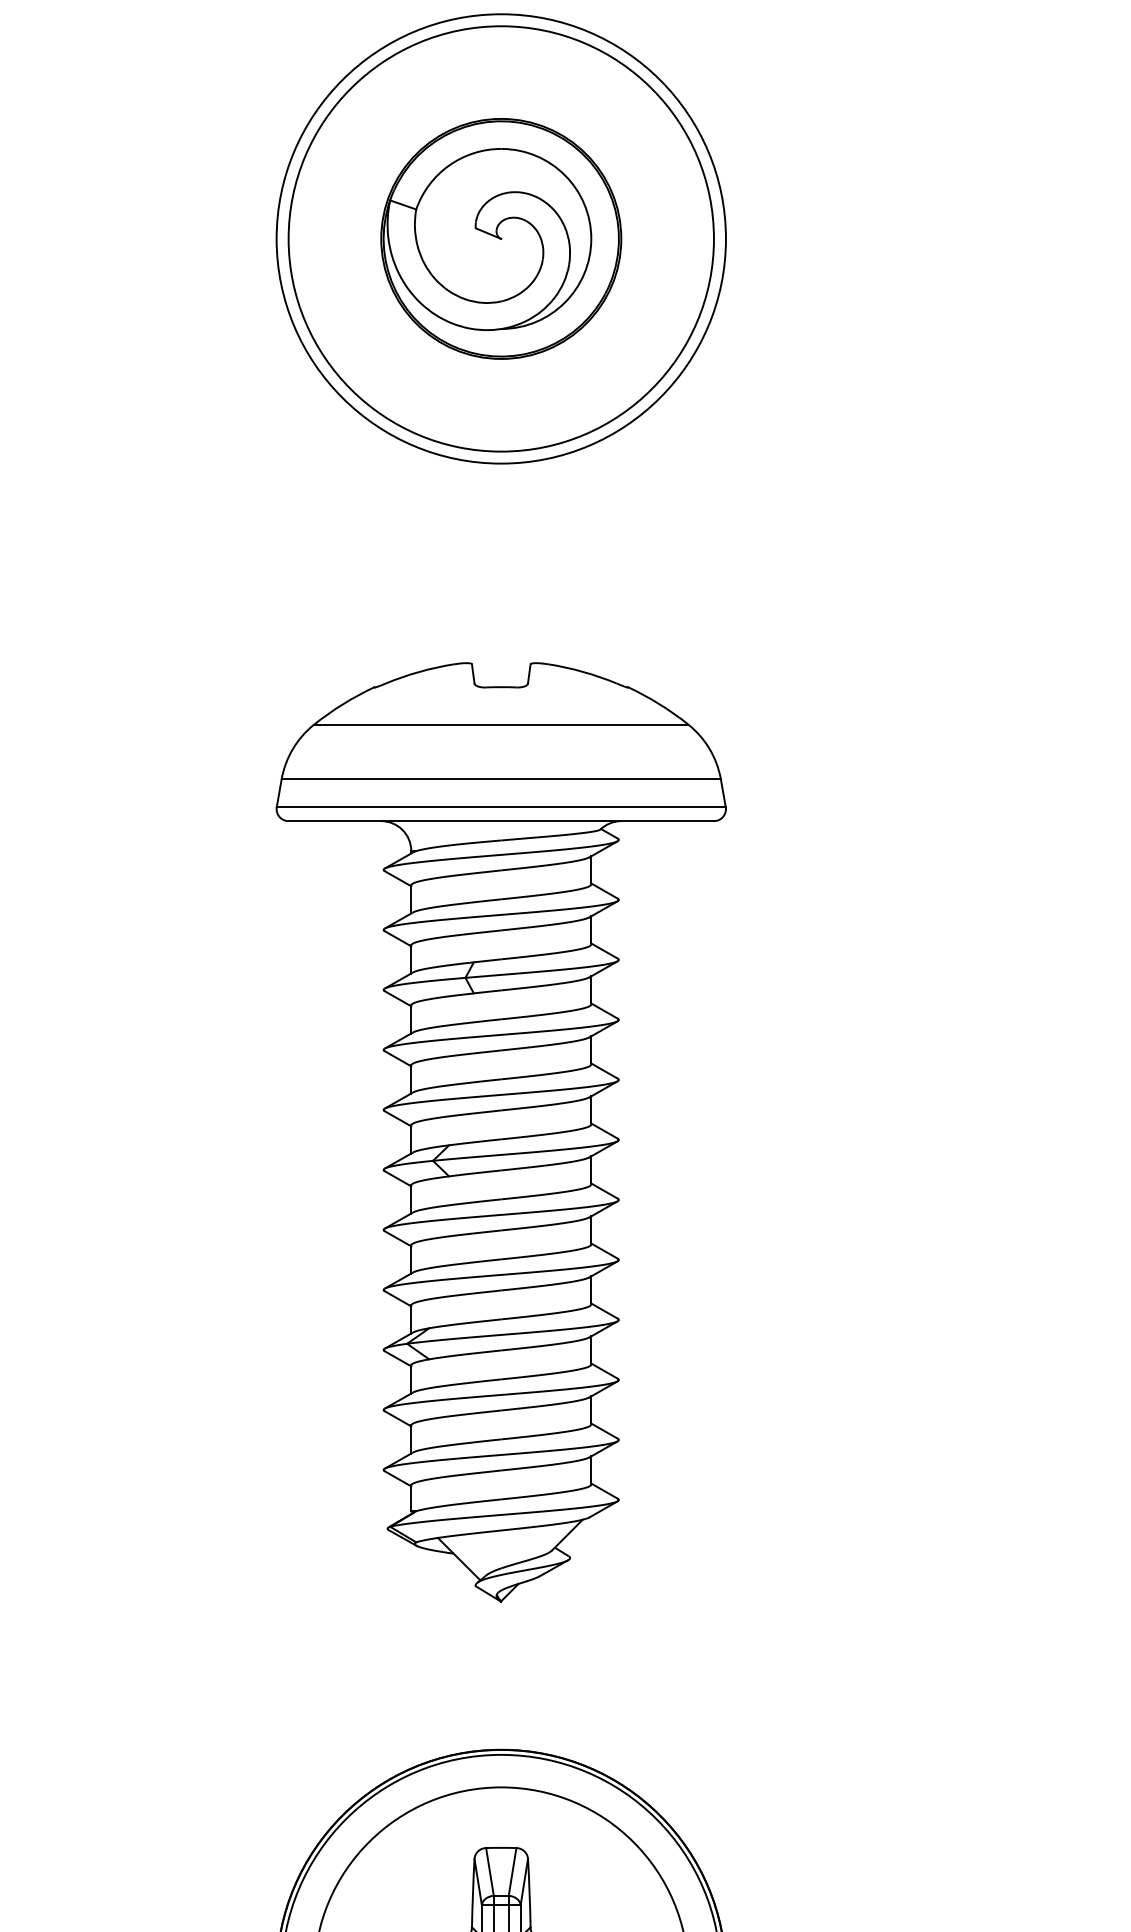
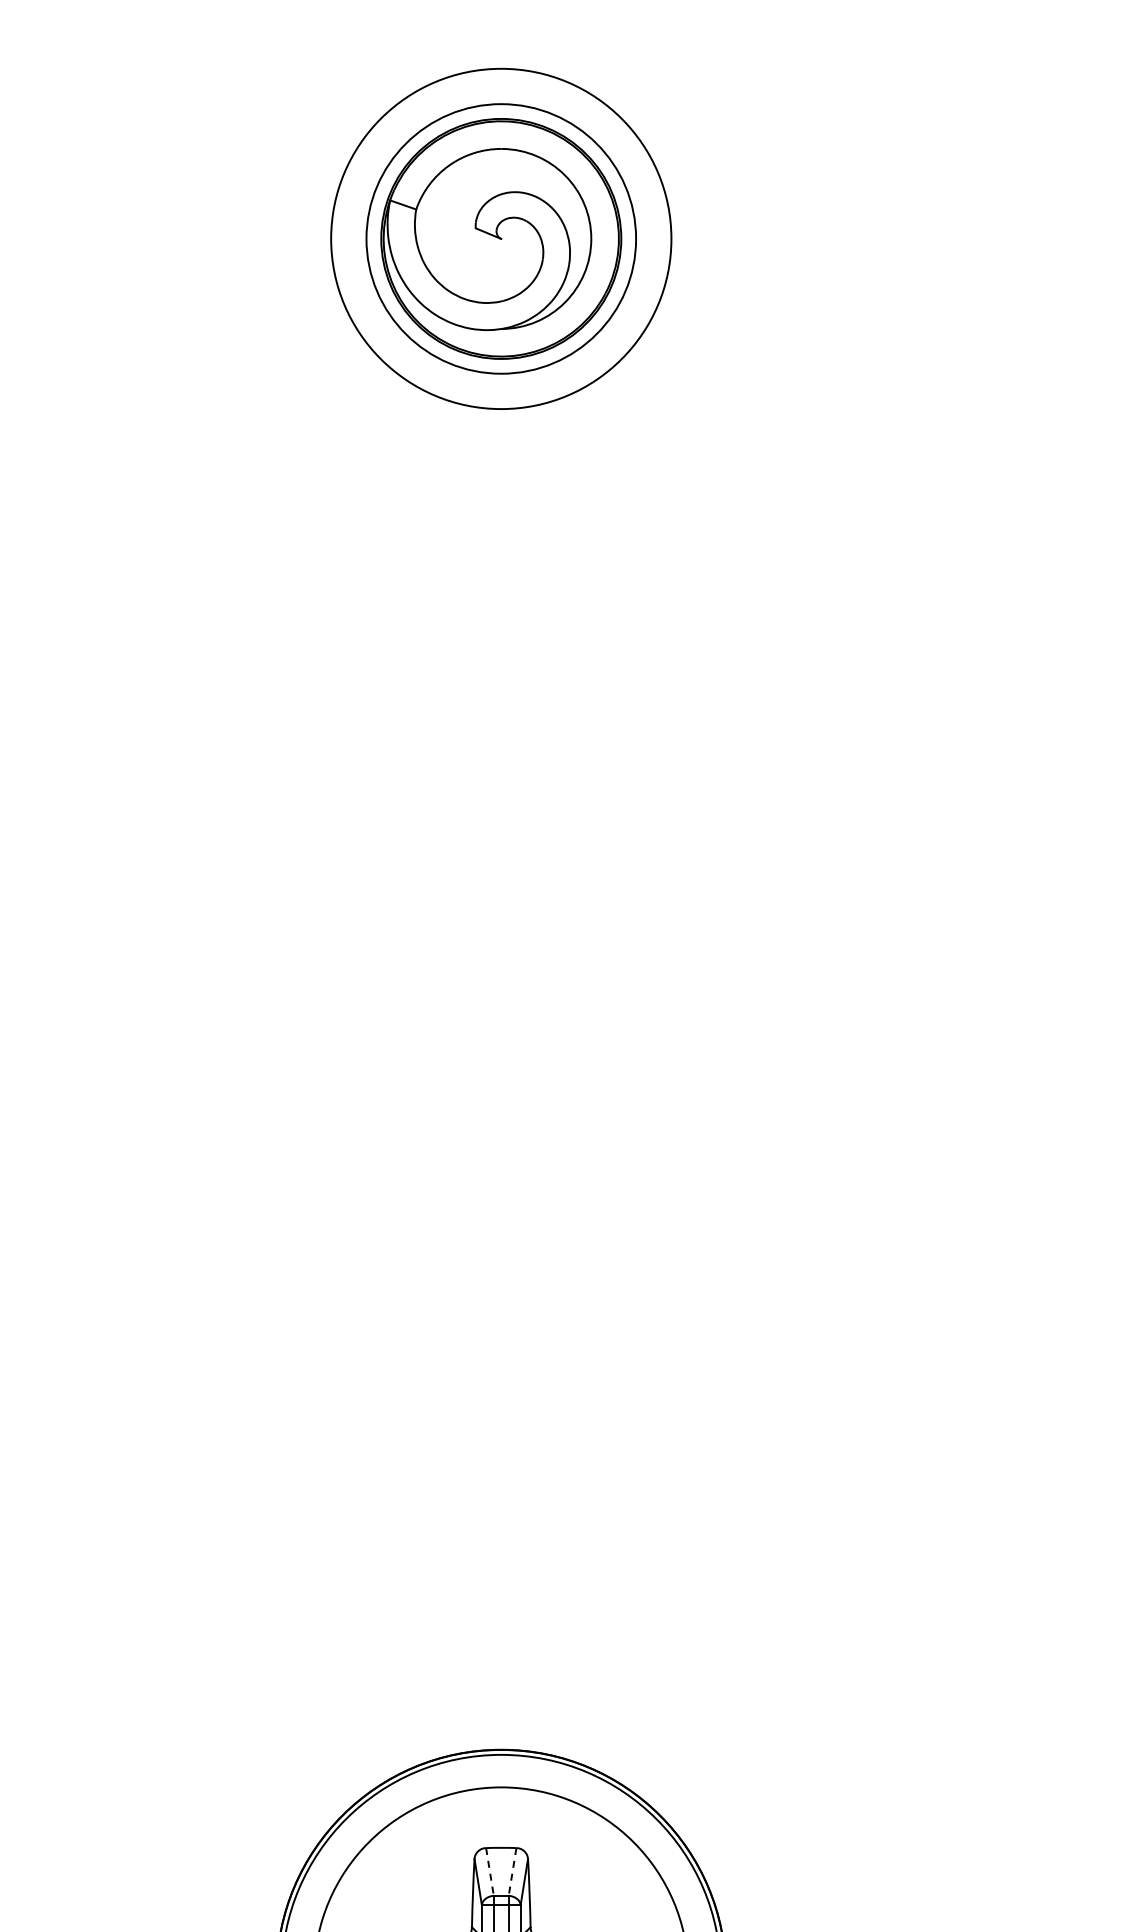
circle at (500, 238) diameter: 425 px -> 340 px
circle at (500, 238) diameter: 449 px -> 270 px
part at (500, 1132): present -> none
line at (490, 1872): solid -> dashed
line at (512, 1872): solid -> dashed
